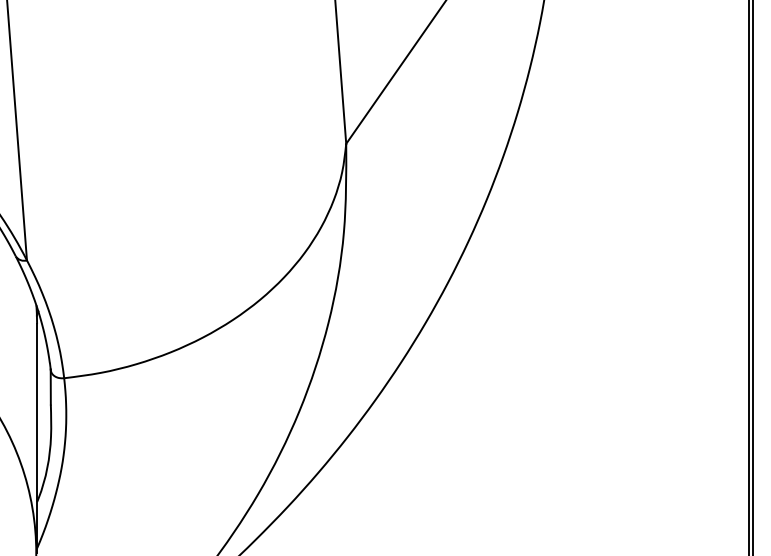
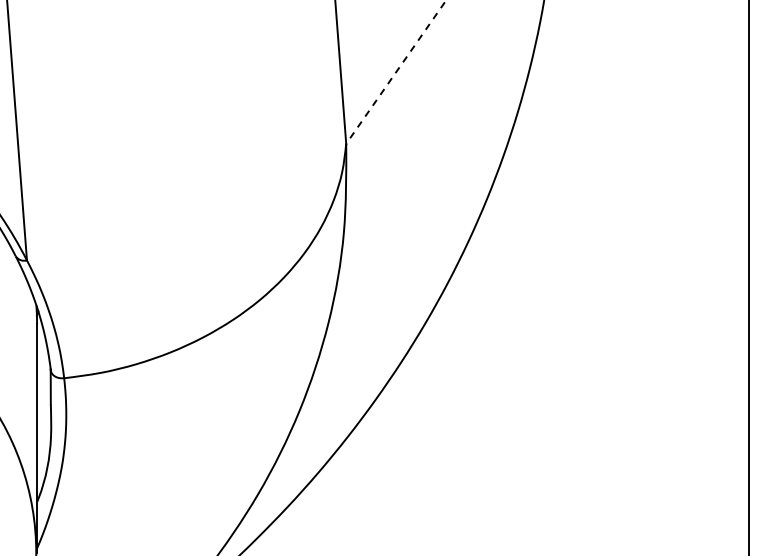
line at (395, 72): solid -> dashed
line at (752, 277): present -> none
